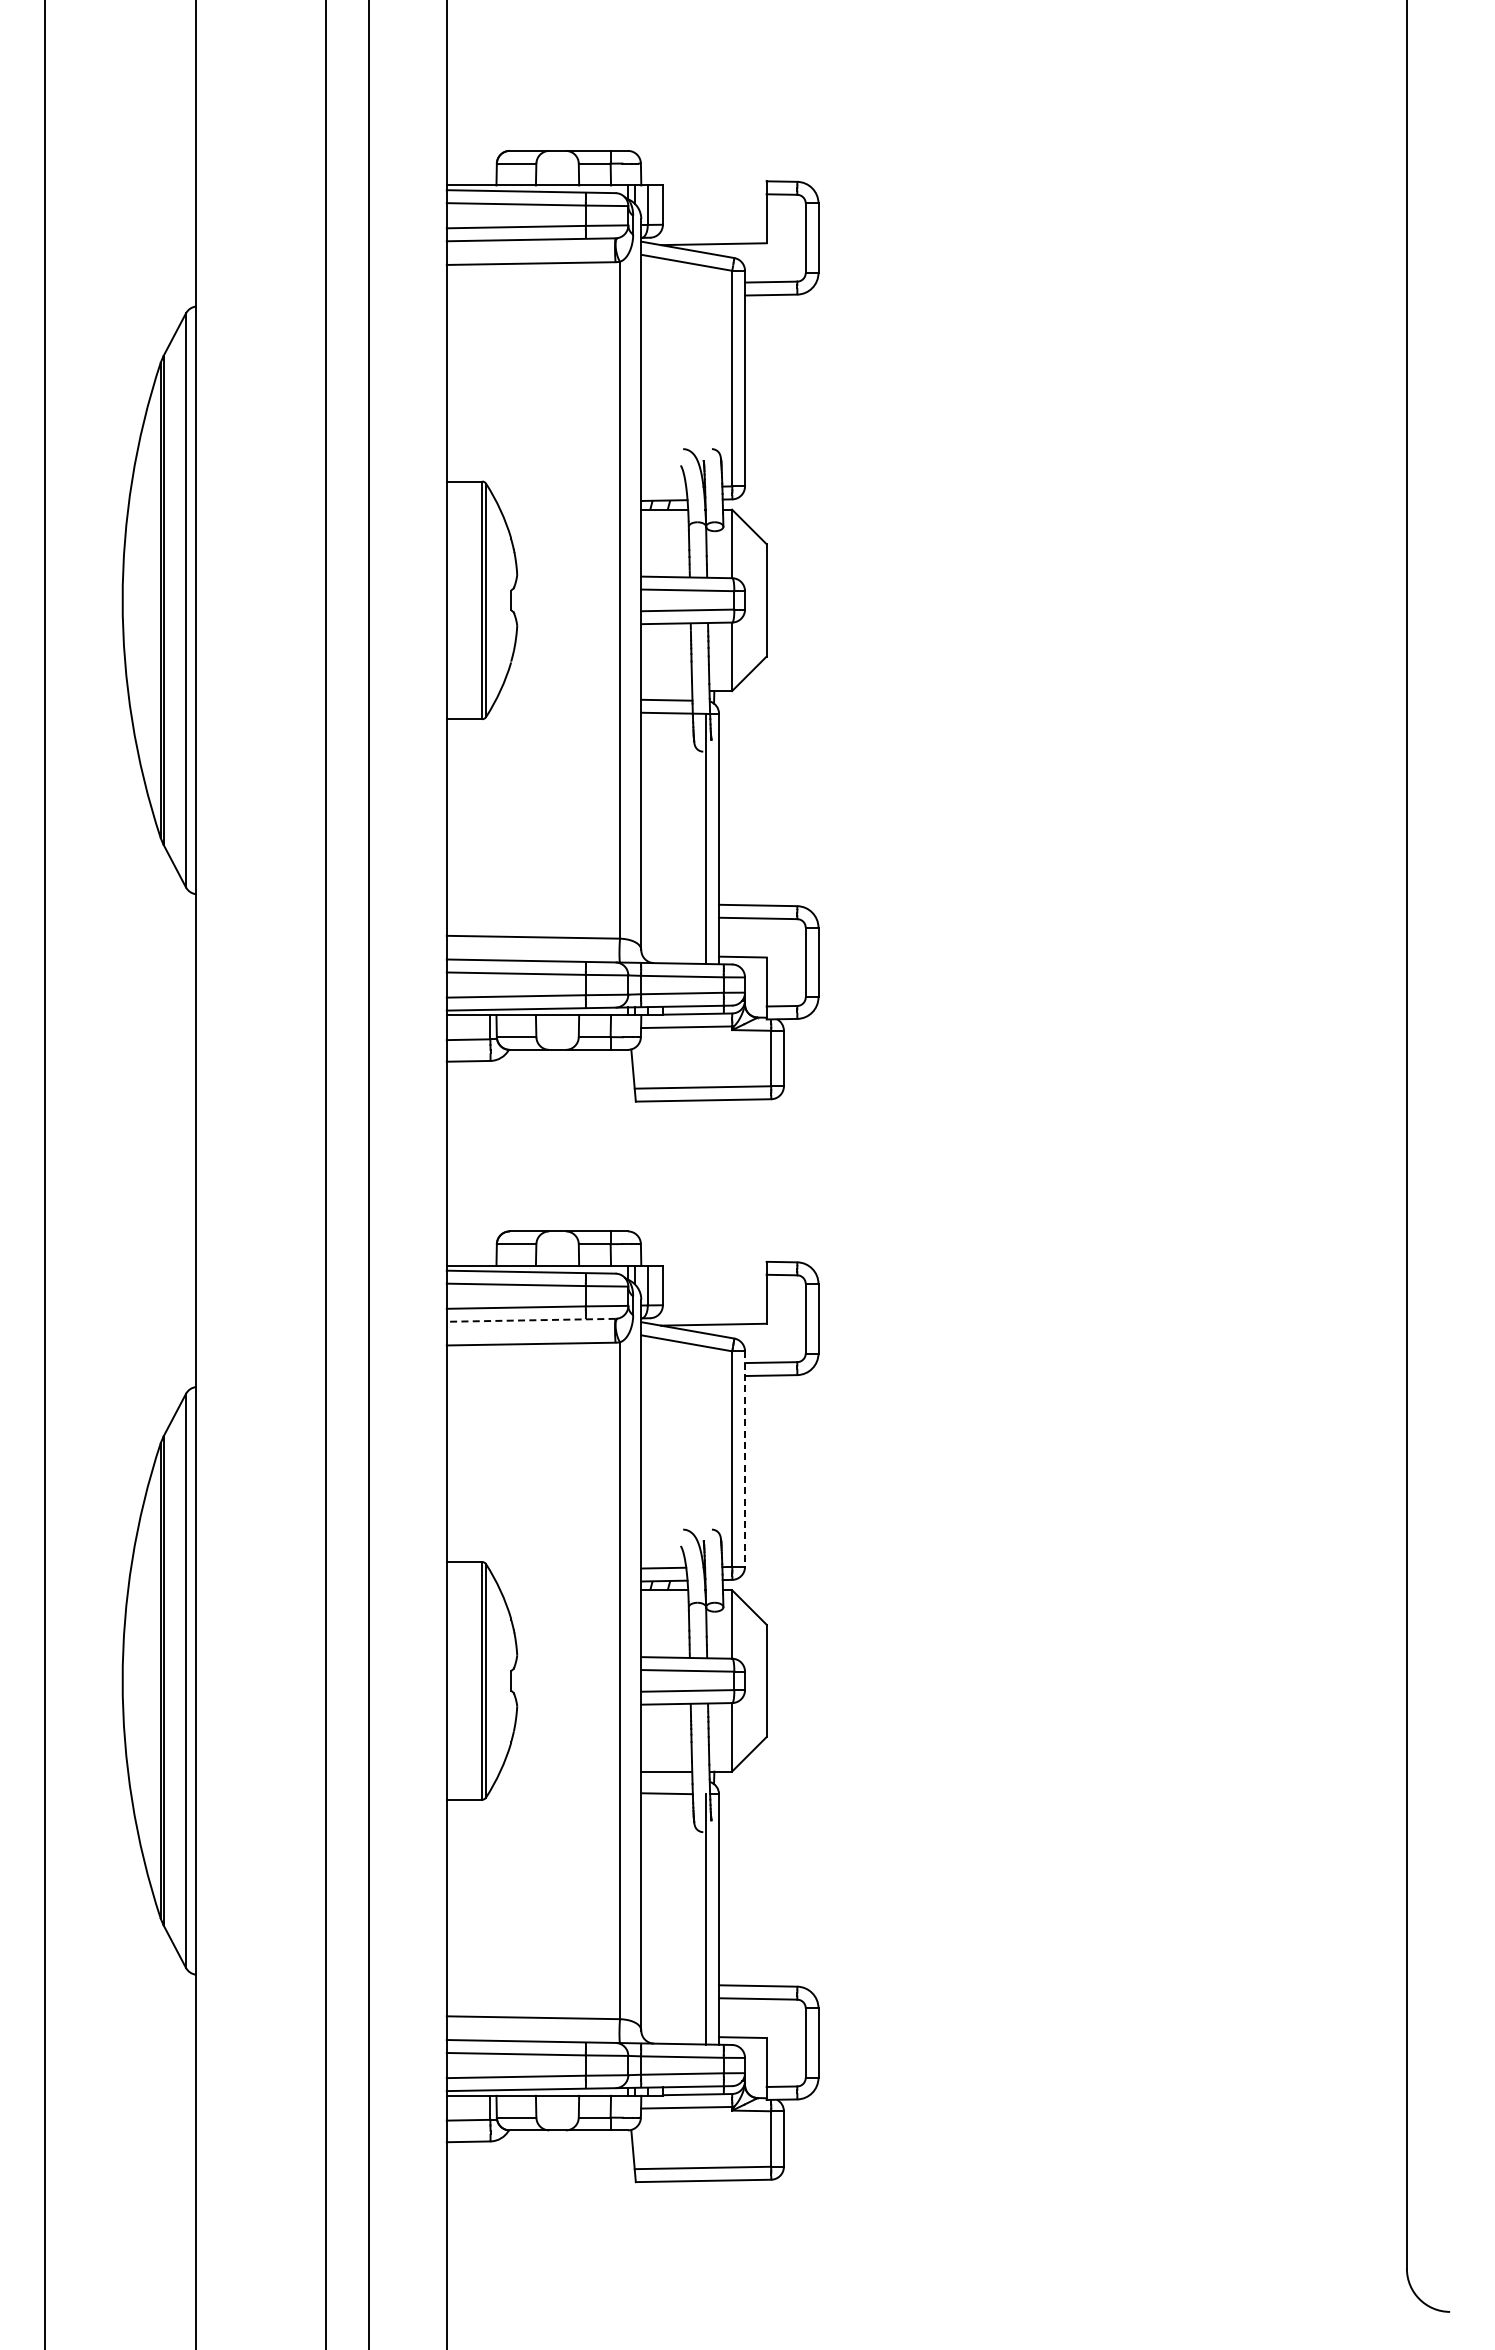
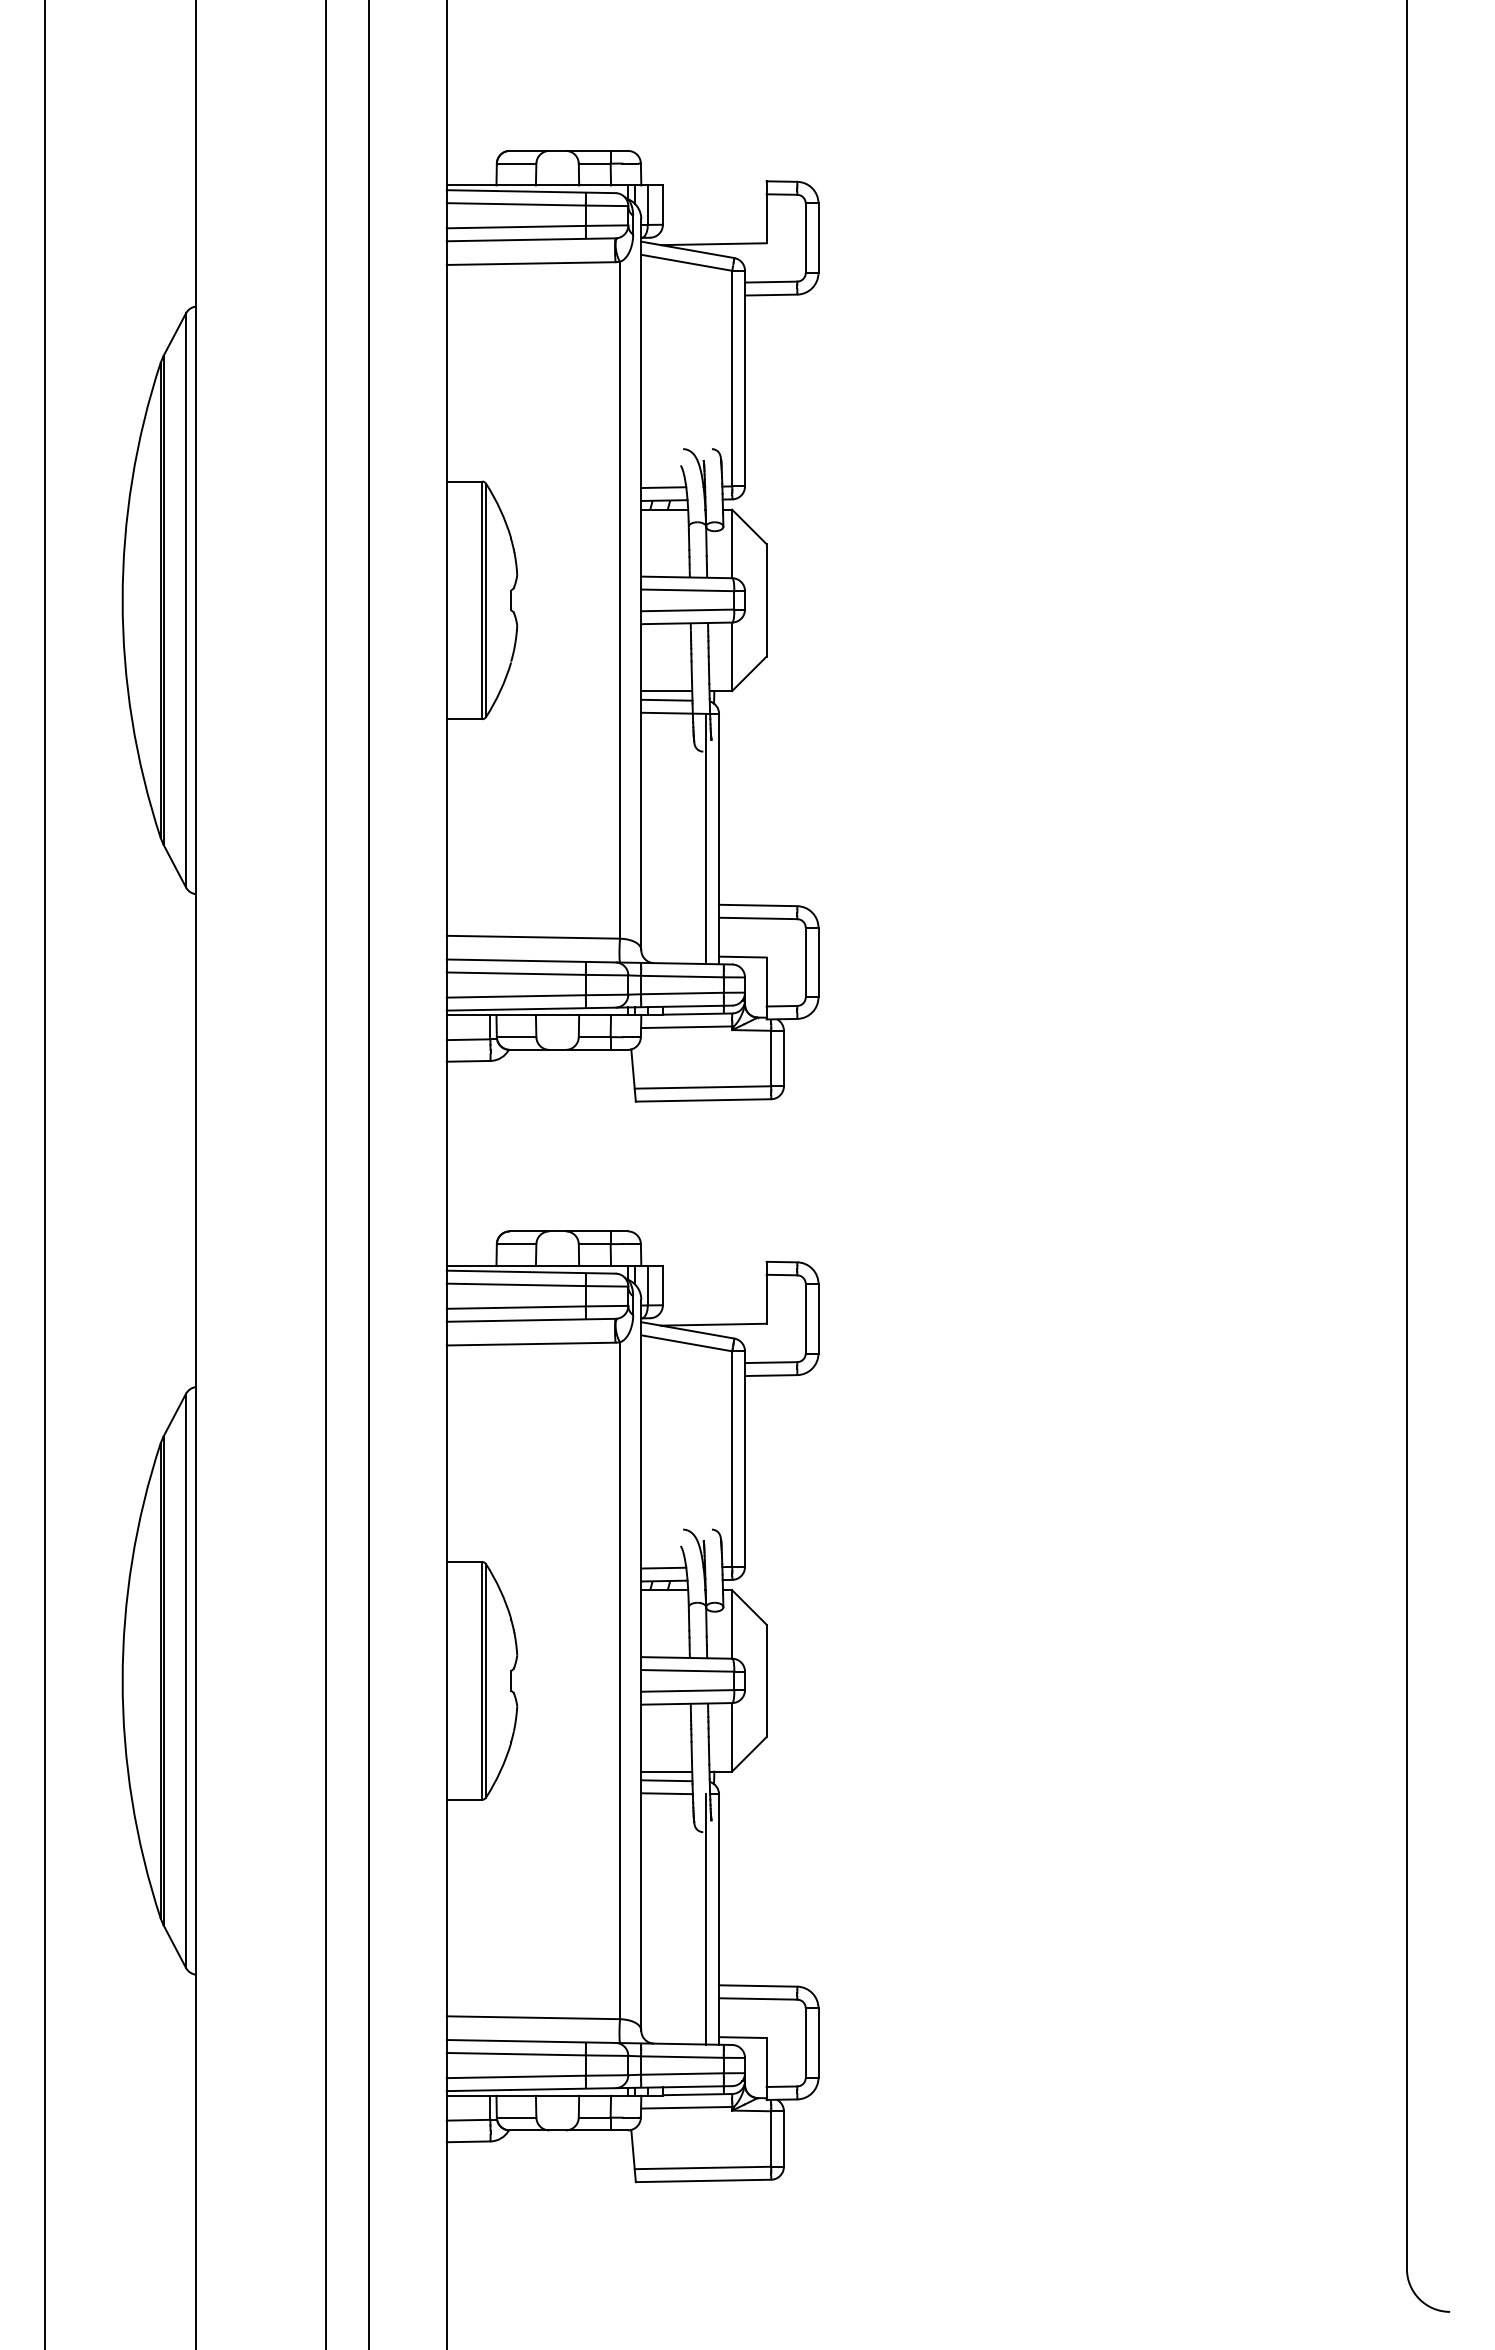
line at (663, 487): none -> present
line at (666, 691): none -> present
line at (530, 1320): dashed -> solid
line at (745, 1459): dashed -> solid
line at (666, 1780): none -> present
